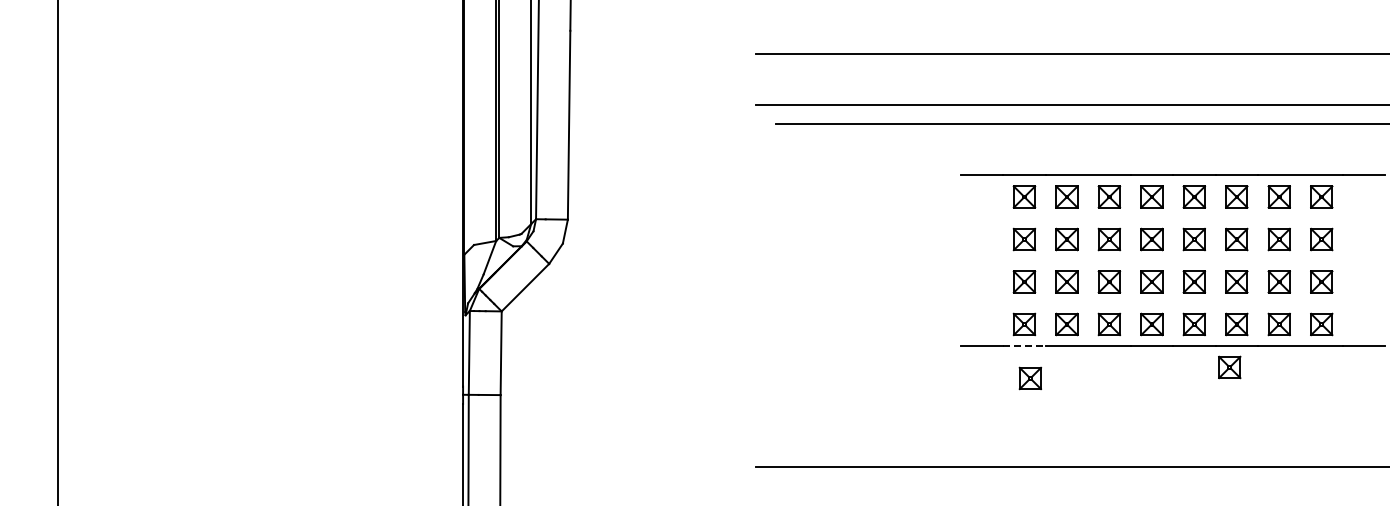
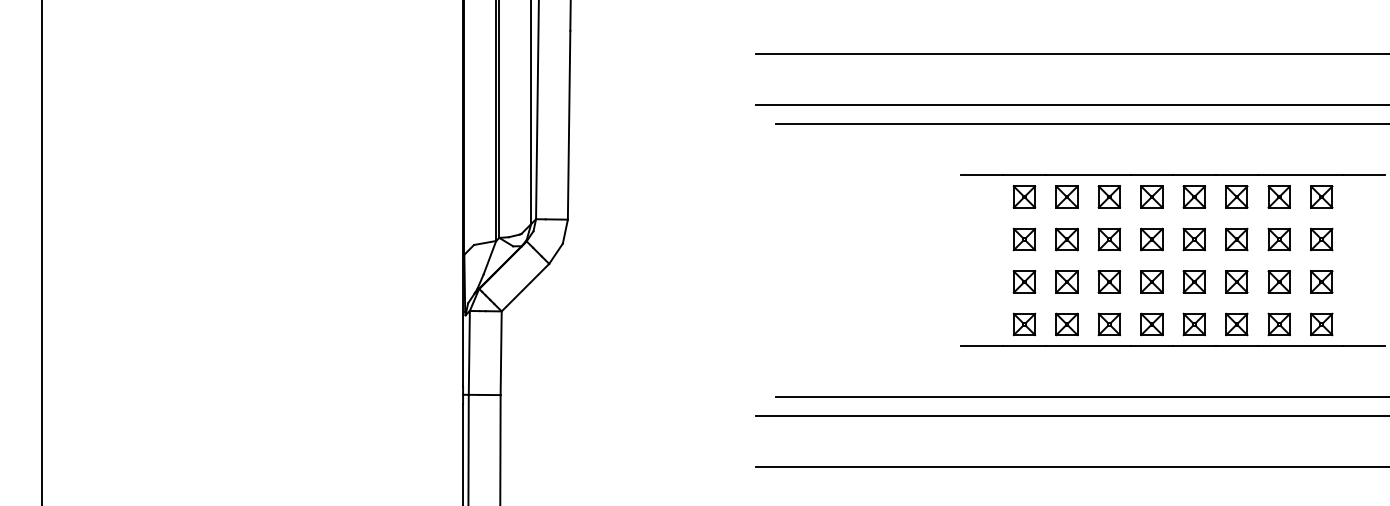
line at (57, 252) position: (57, 252) -> (41, 252)
line at (1024, 346): dashed -> solid
part at (1229, 367): present -> none
part at (1030, 378): present -> none
line at (1080, 397): none -> present
line at (1071, 416): none -> present
